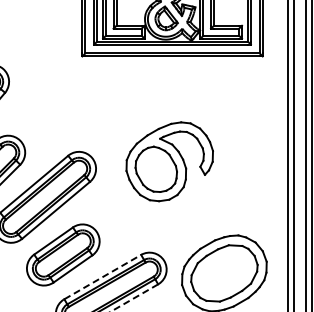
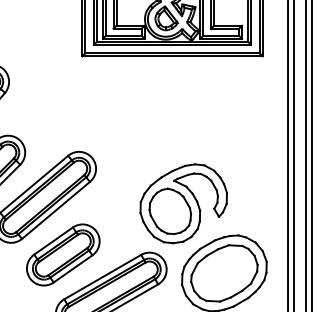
part at (169, 161) position: (169, 161) -> (183, 203)
line at (103, 276): dashed -> solid
line at (134, 298): dashed -> solid
